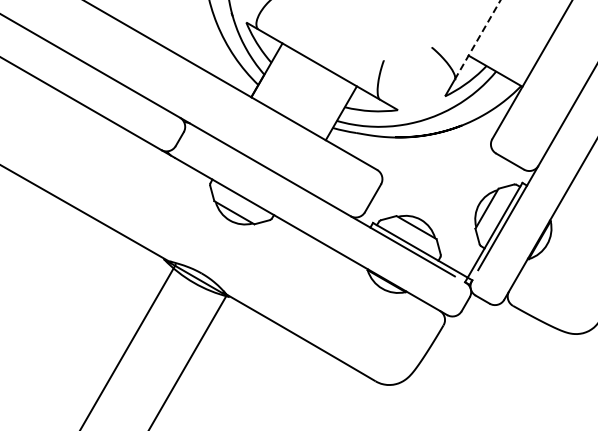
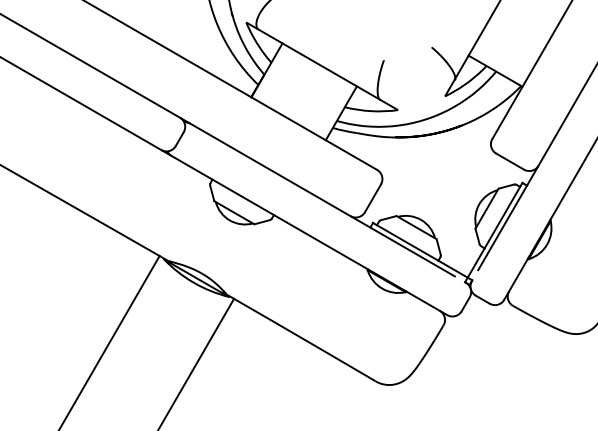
line at (477, 39): dashed -> solid
line at (128, 346) position: (128, 346) -> (109, 341)
line at (188, 360) position: (188, 360) -> (196, 362)
